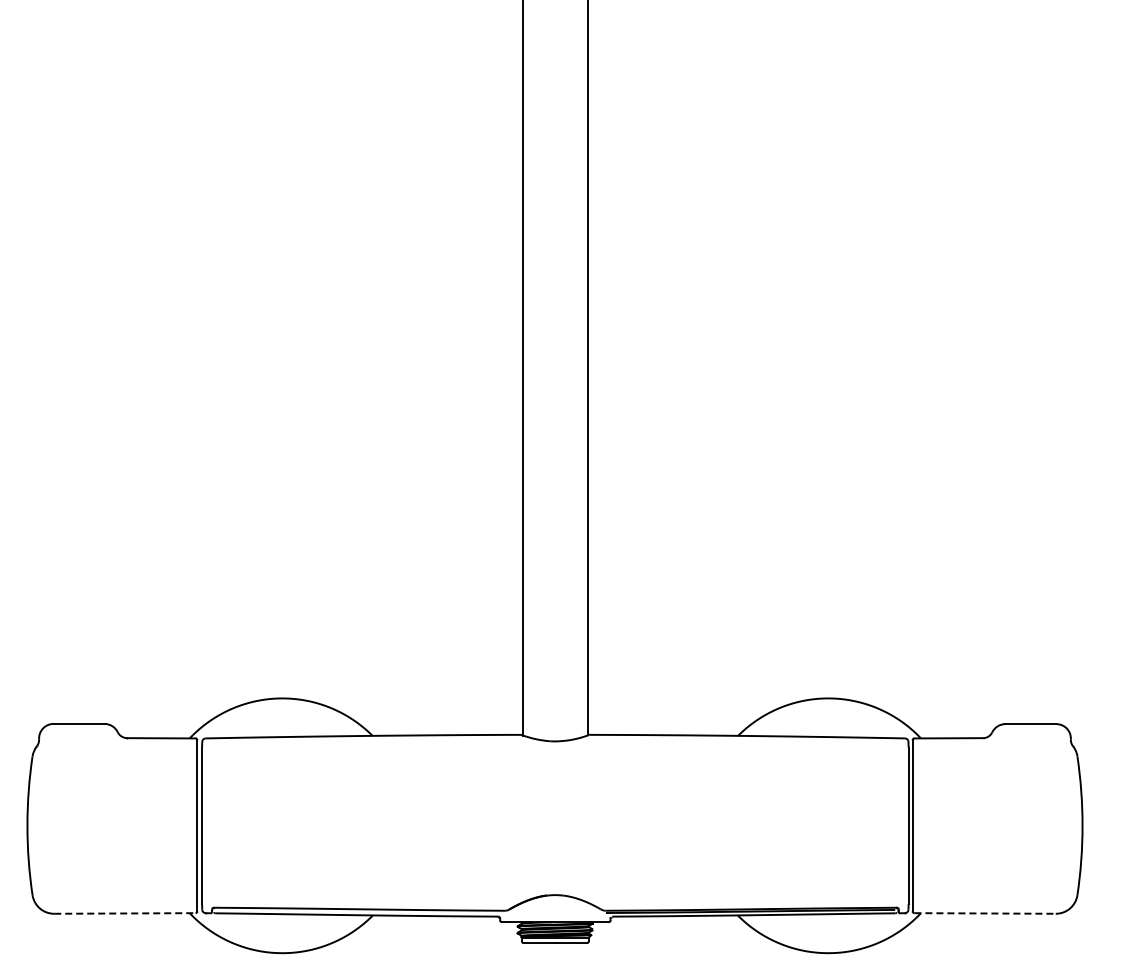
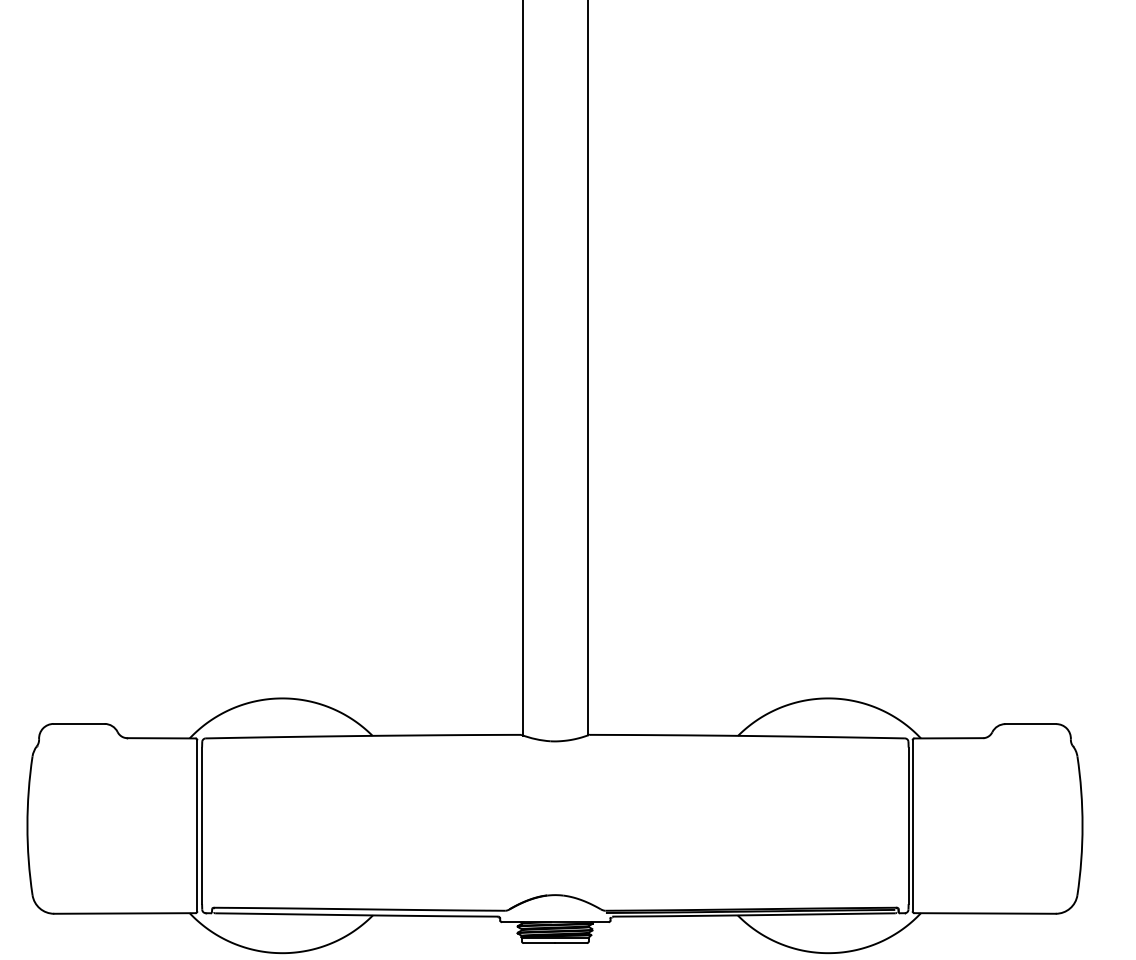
line at (124, 913): dashed -> solid
line at (985, 913): dashed -> solid
